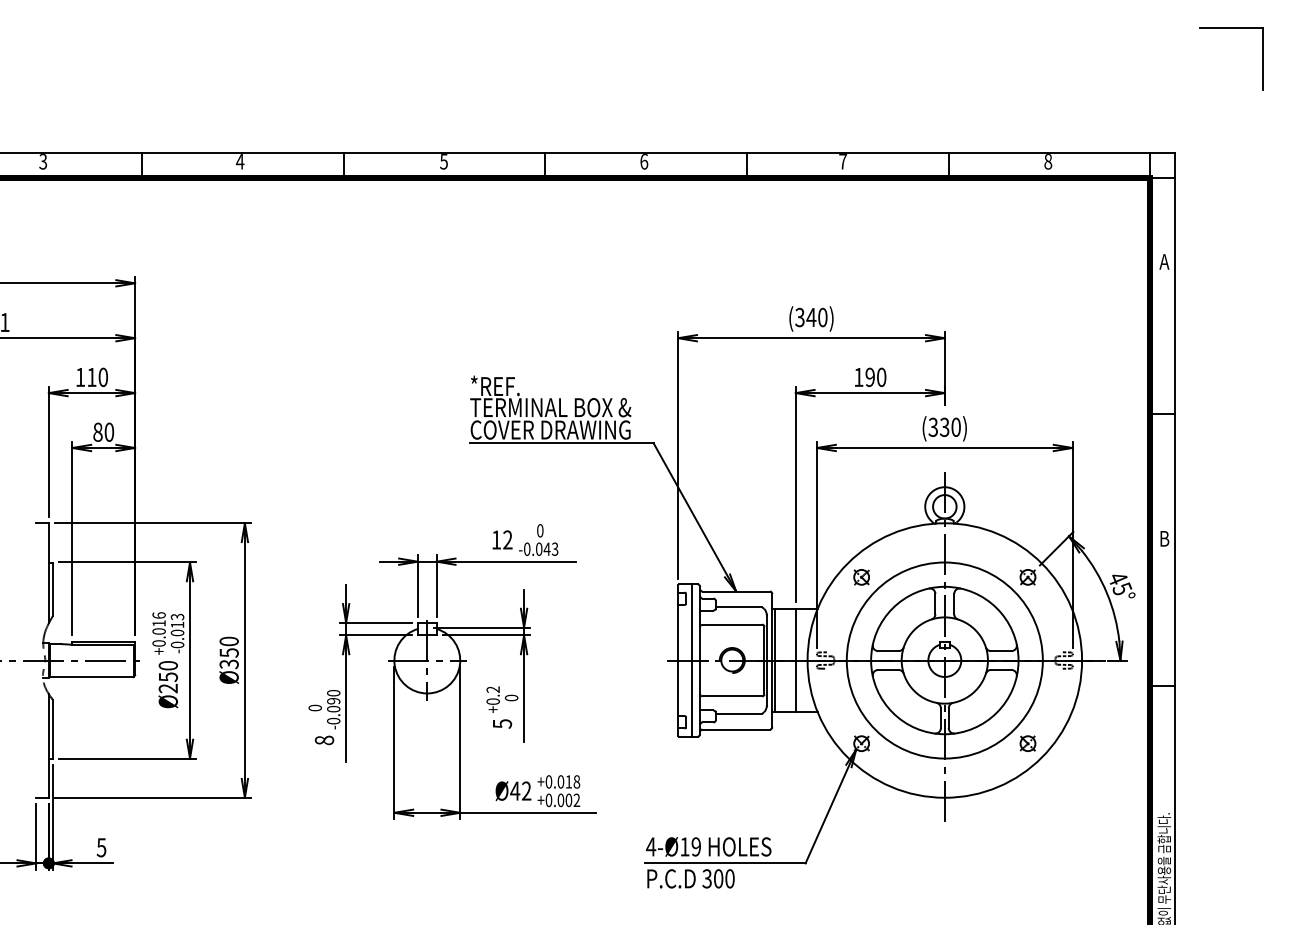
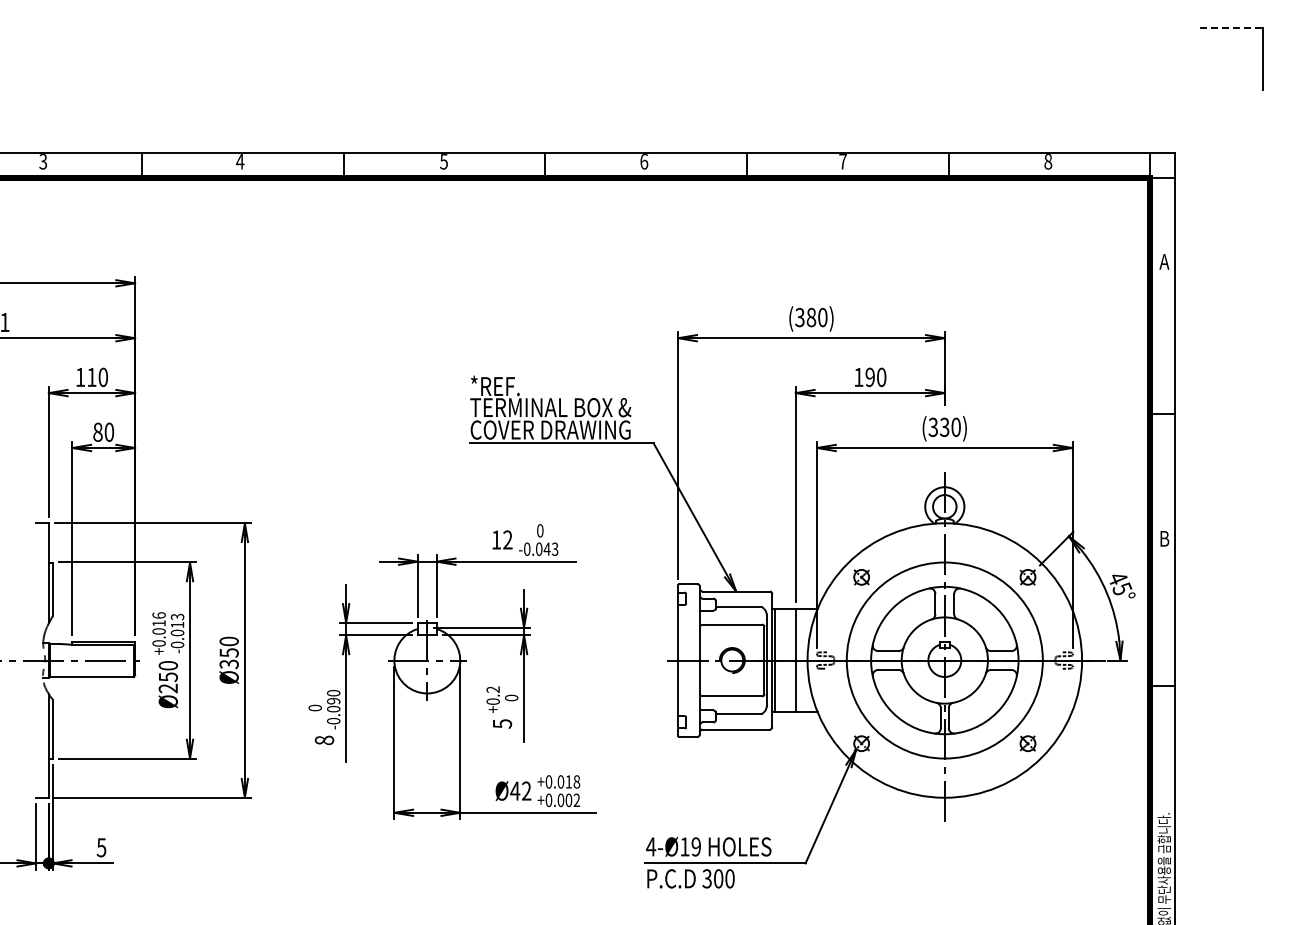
line at (1232, 27): solid -> dashed
text at (811, 317): (340) -> (380)
line at (692, 660): present -> none
